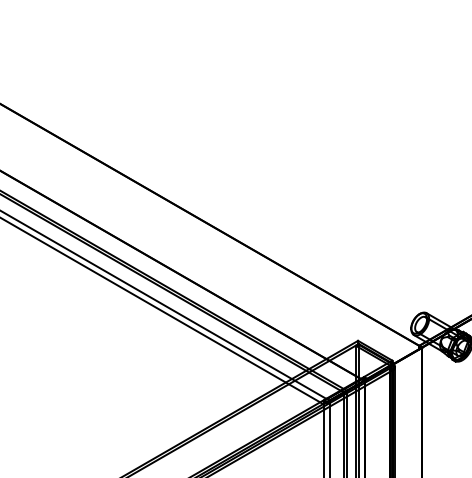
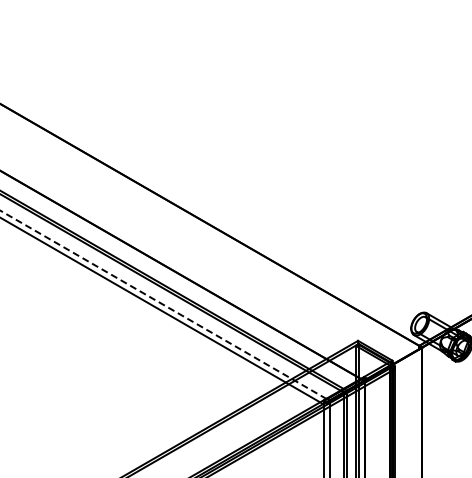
line at (163, 304): solid -> dashed
